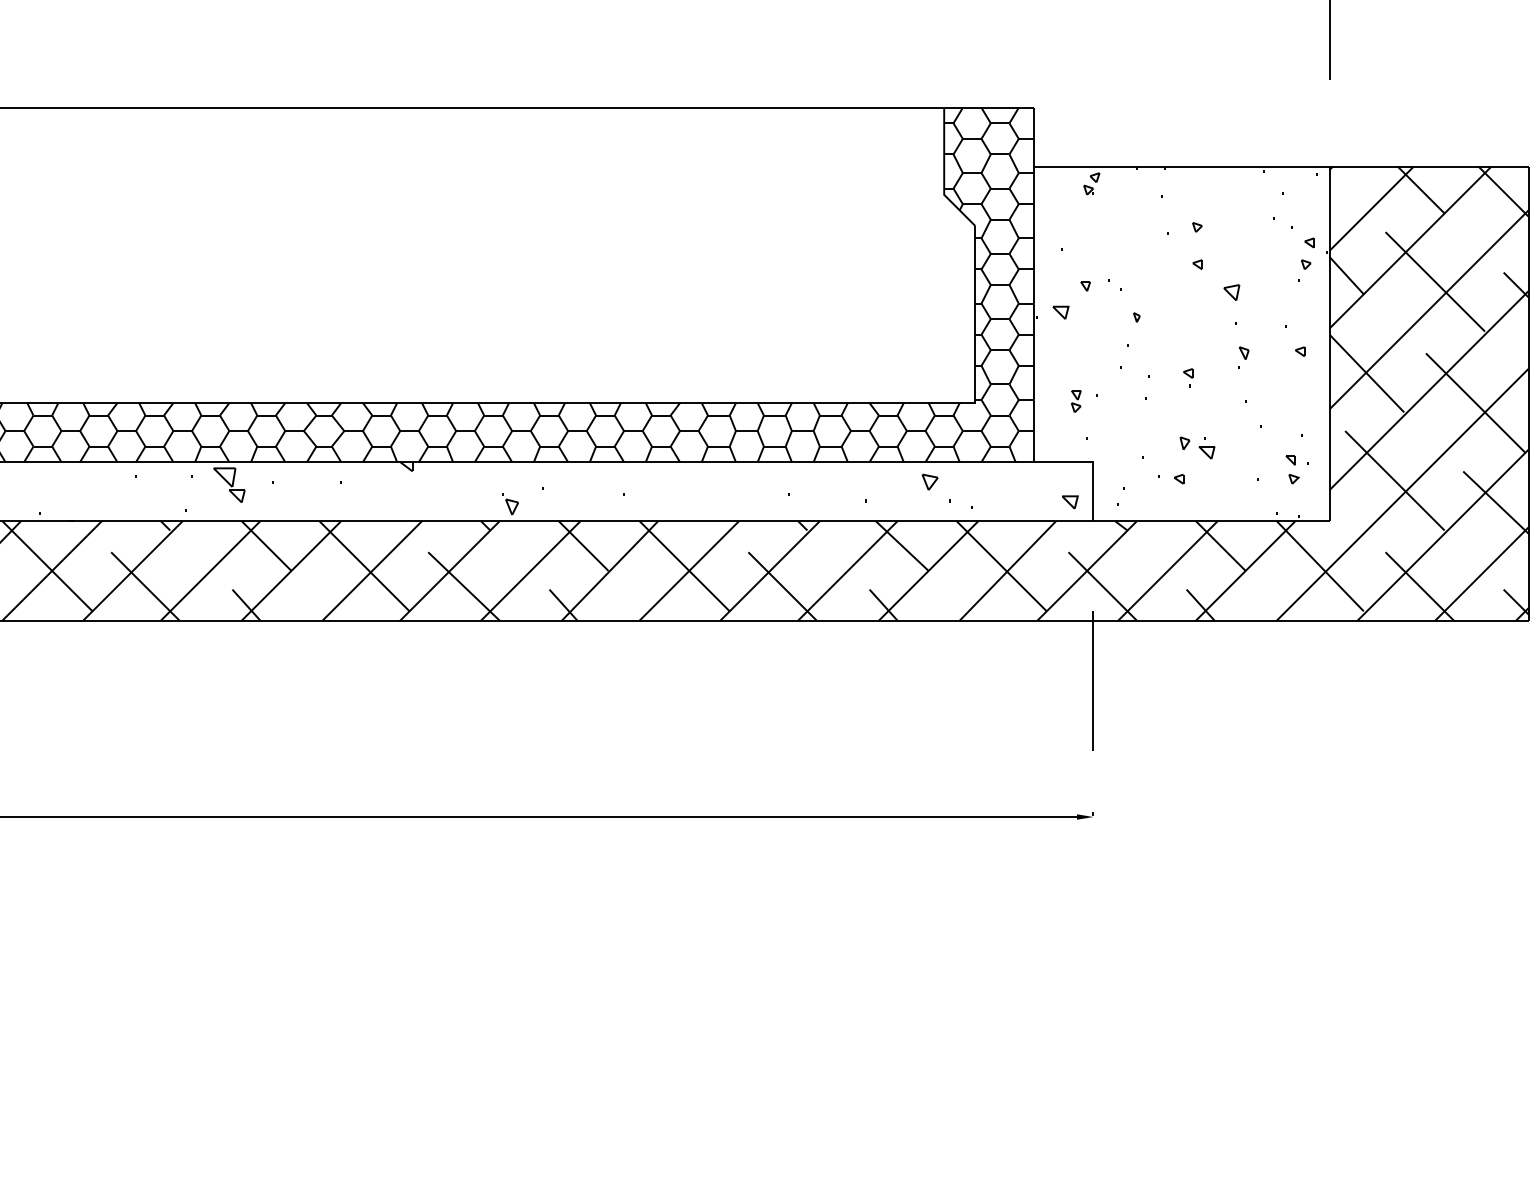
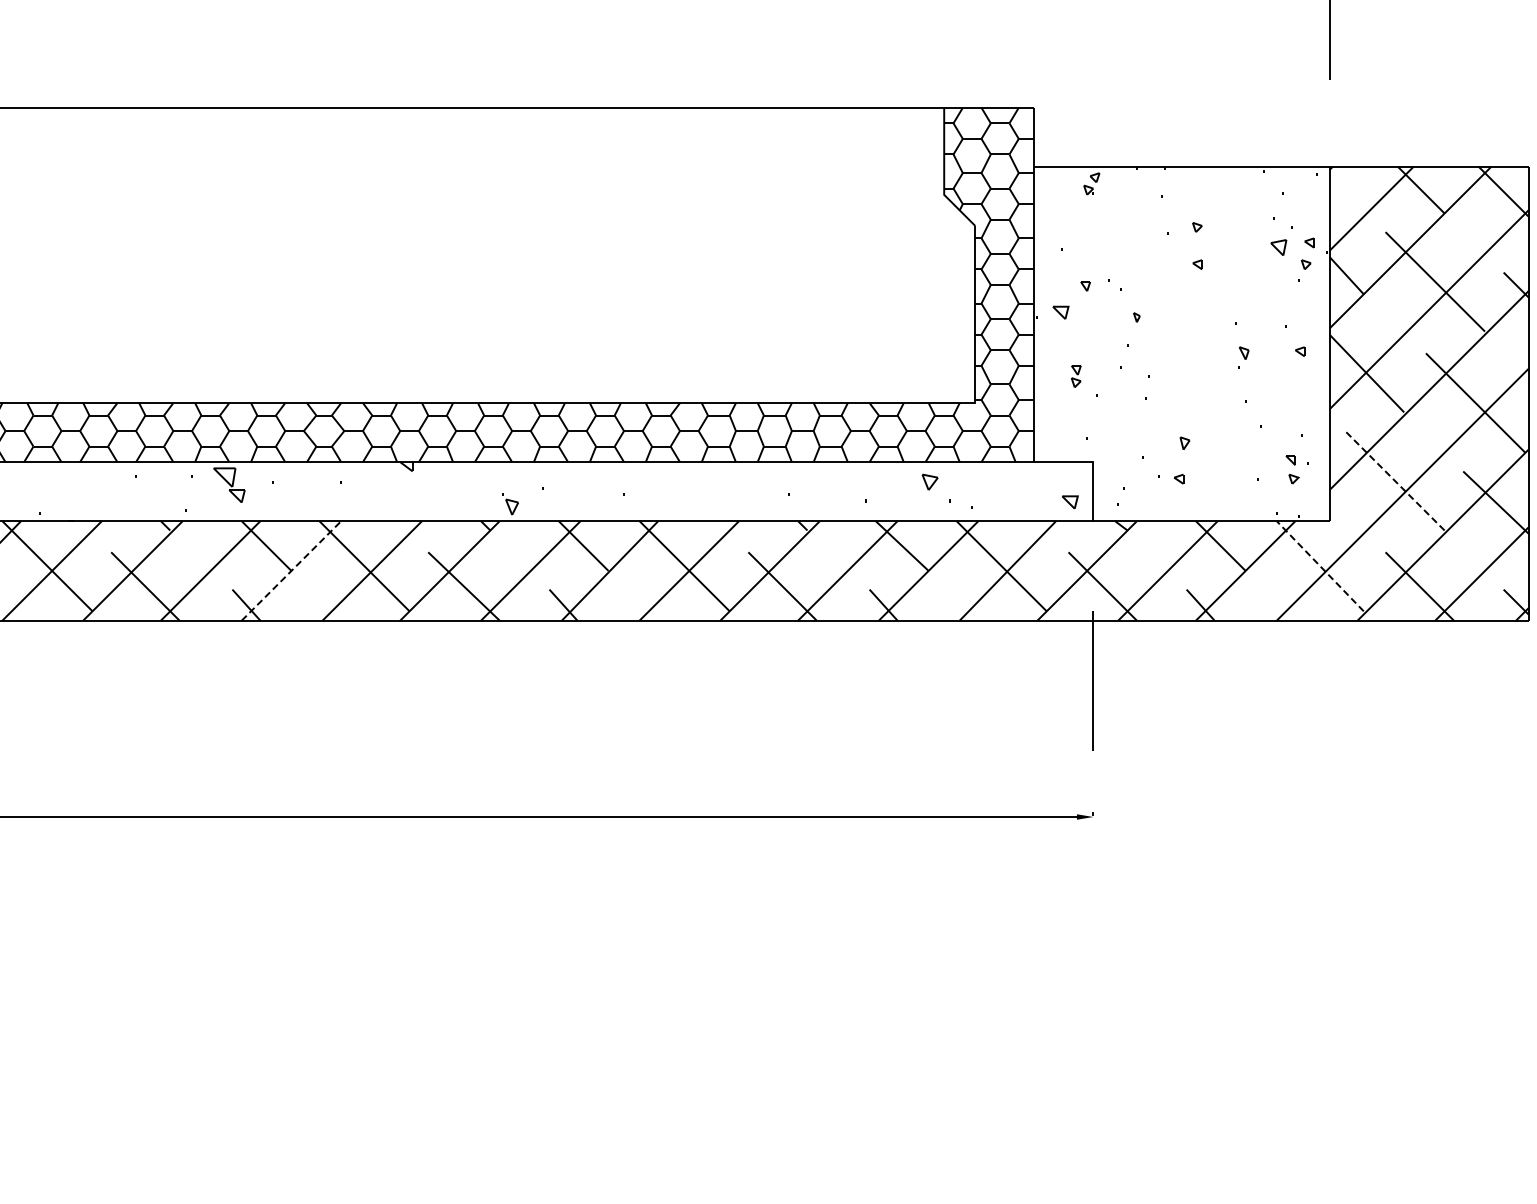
part at (1231, 292) position: (1231, 292) -> (1278, 247)
part at (1188, 377): present -> none
part at (1076, 401) position: (1076, 401) -> (1076, 376)
part at (1206, 448): present -> none
line at (1394, 480): solid -> dashed
line at (1320, 566): solid -> dashed
line at (291, 570): solid -> dashed
